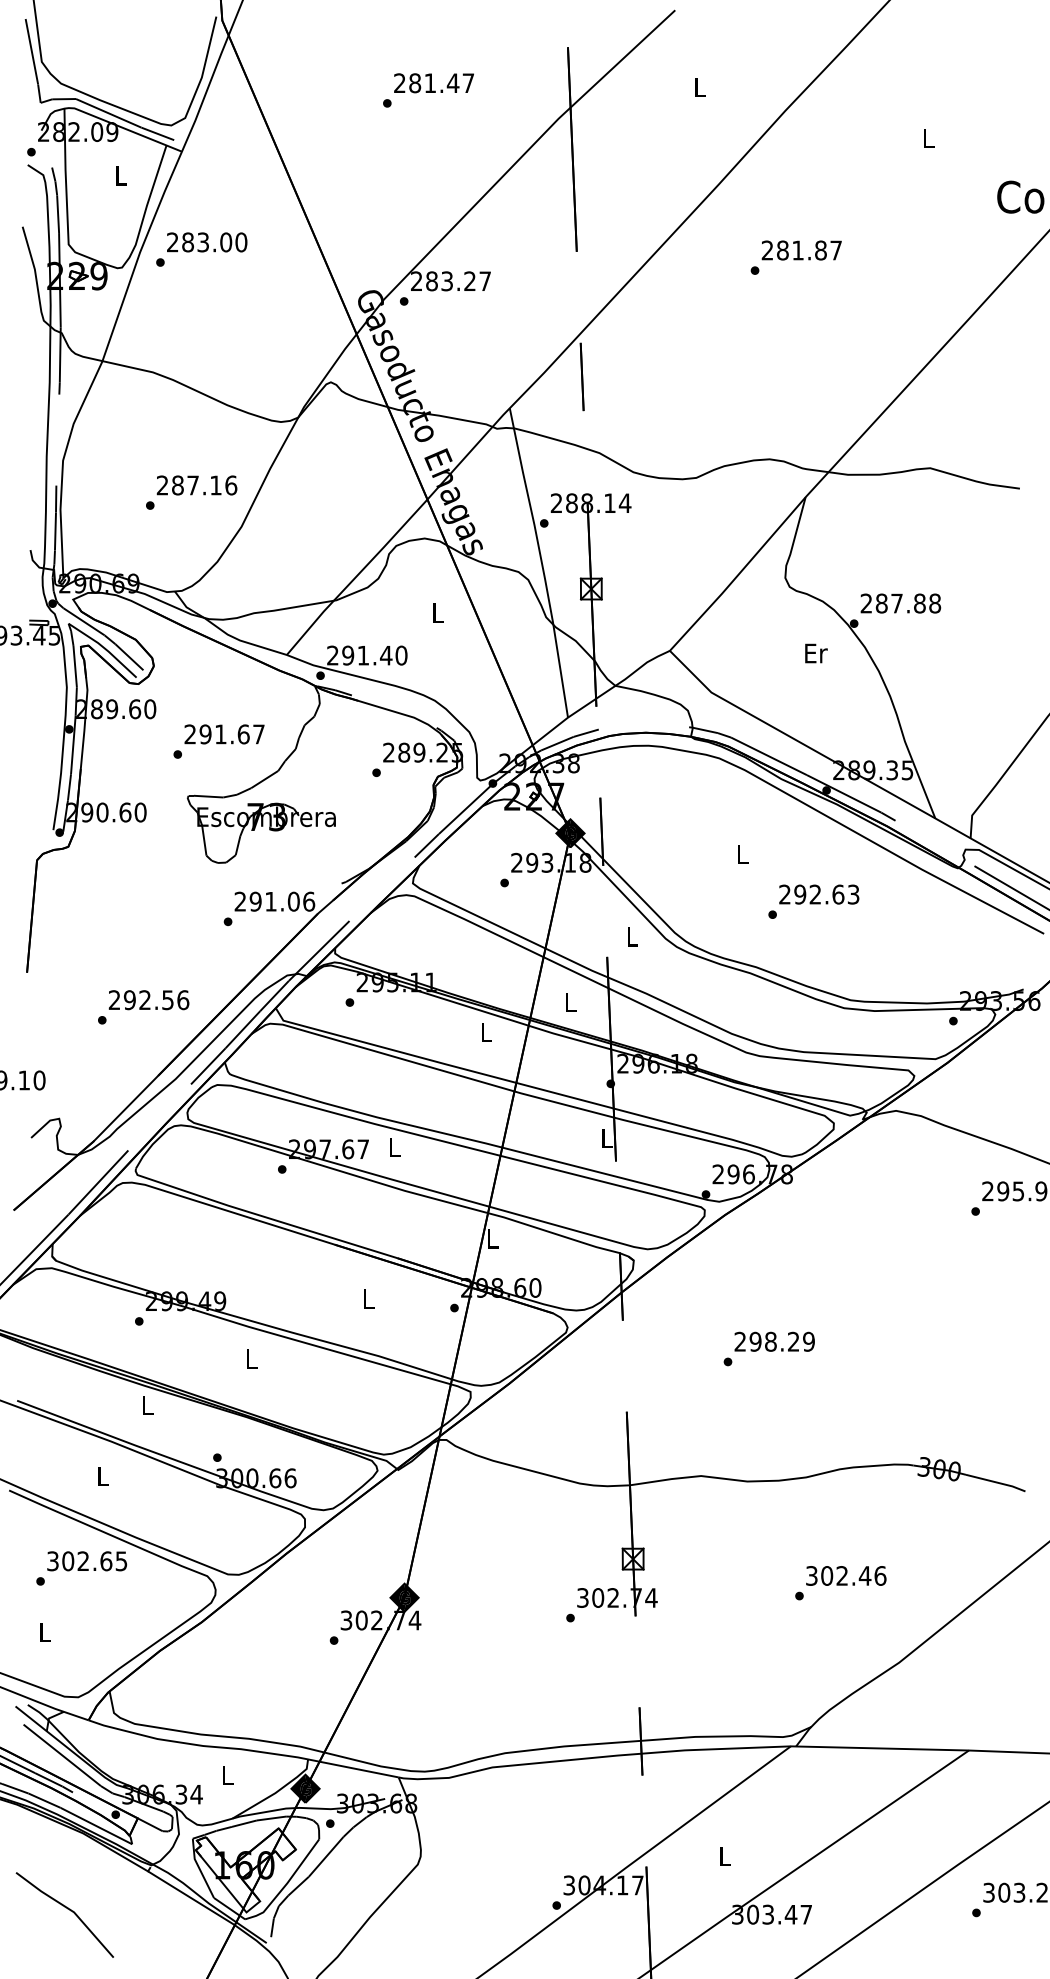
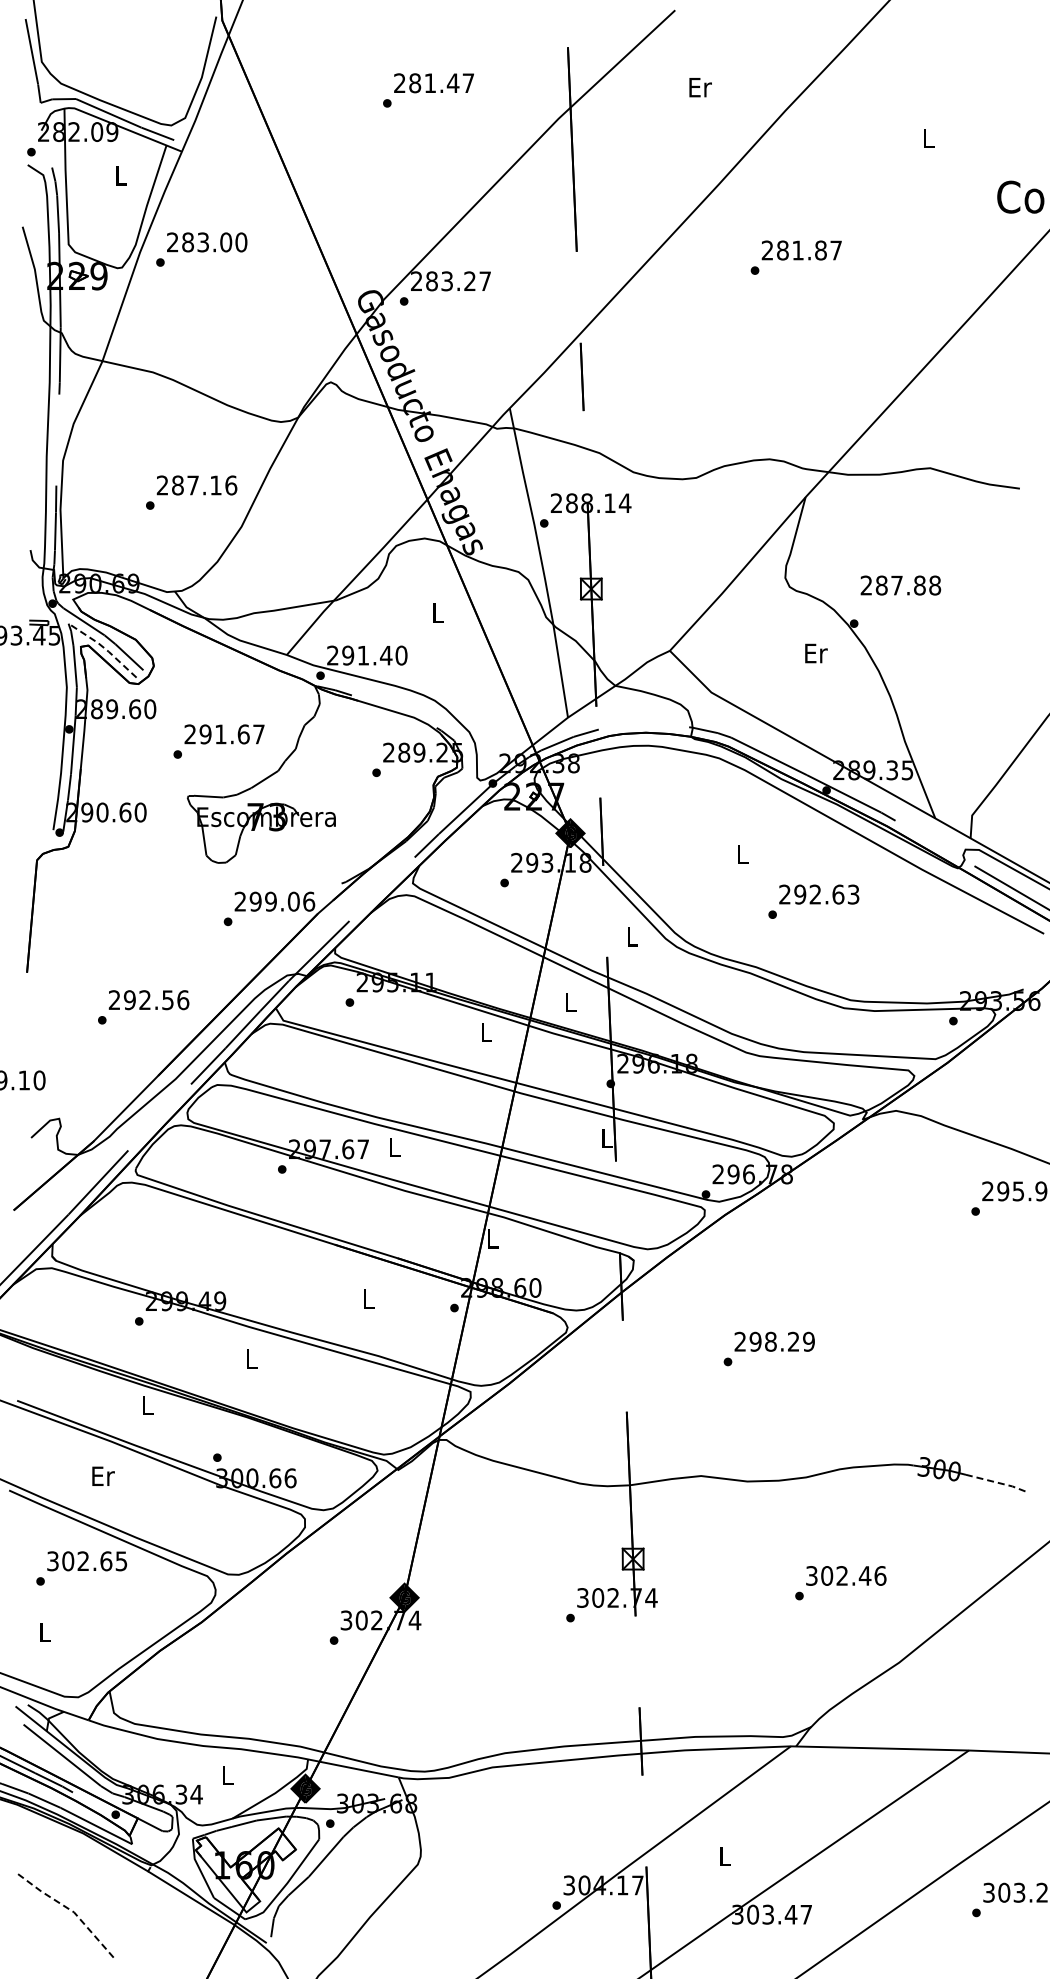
text at (700, 87): L -> Er
text at (900, 603) position: (900, 603) -> (900, 585)
line at (104, 648): solid -> dashed
text at (270, 901): 291.06 -> 299.06
text at (103, 1475): L -> Er
line at (996, 1482): solid -> dashed
line at (69, 1909): solid -> dashed
